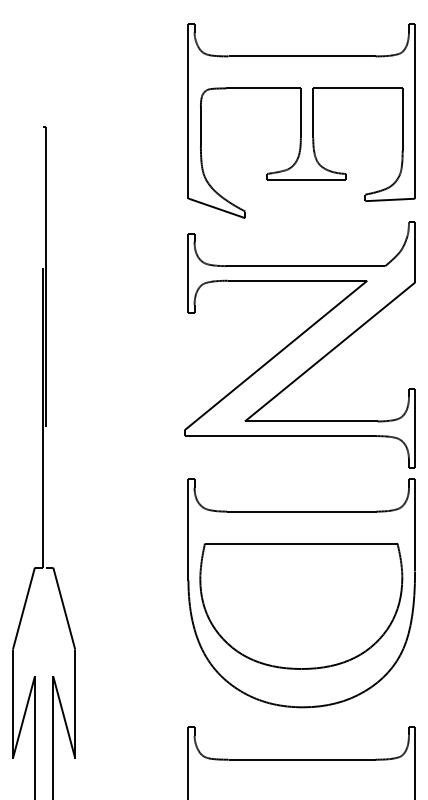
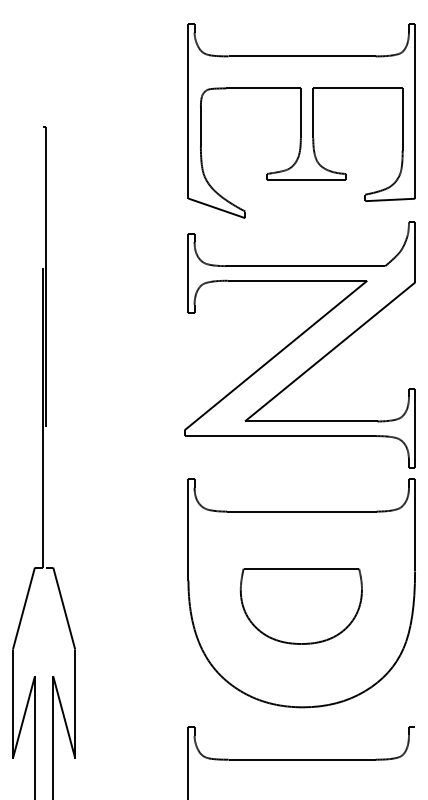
part at (301, 606) size: 205x127 px -> 124x77 px
line at (415, 761): present -> none
